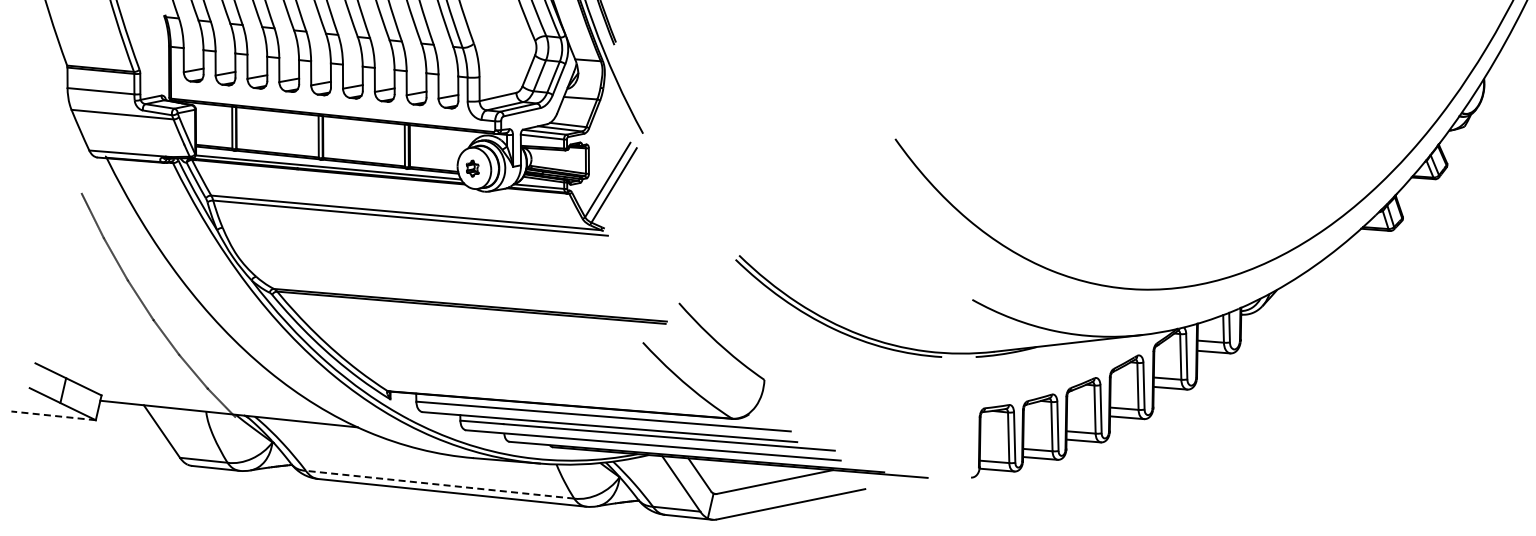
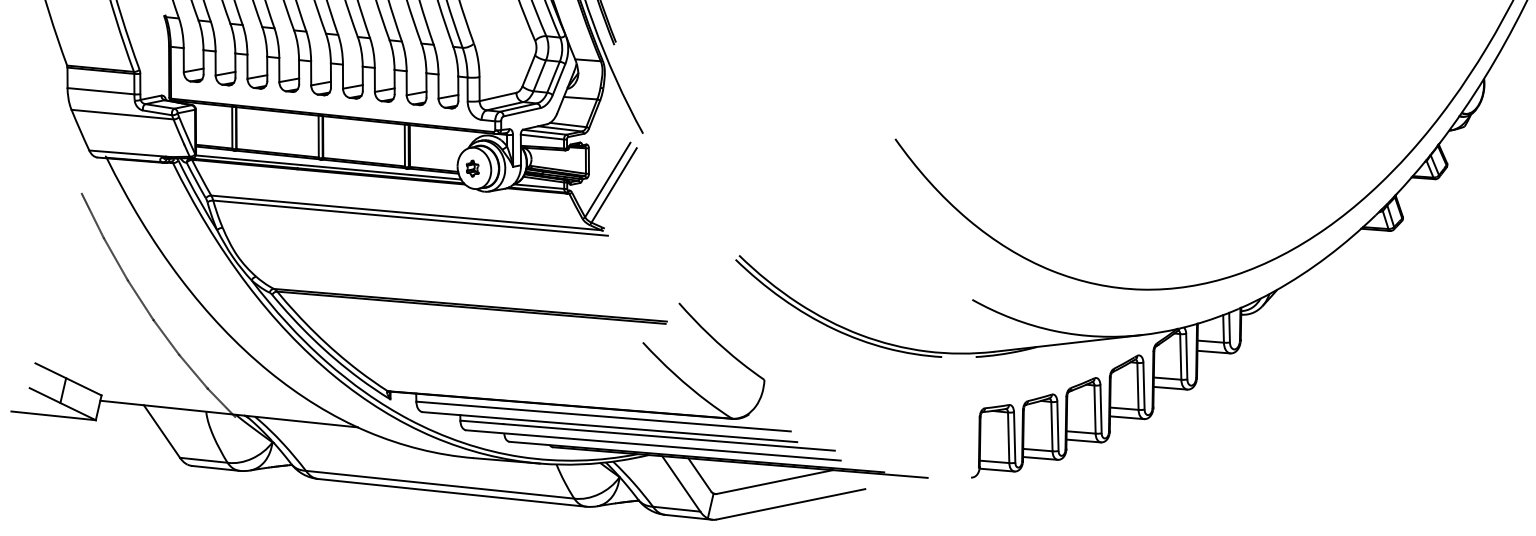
line at (53, 415): dashed -> solid
line at (440, 484): dashed -> solid
